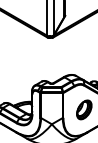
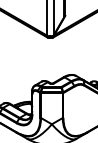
part at (84, 109): present -> none
